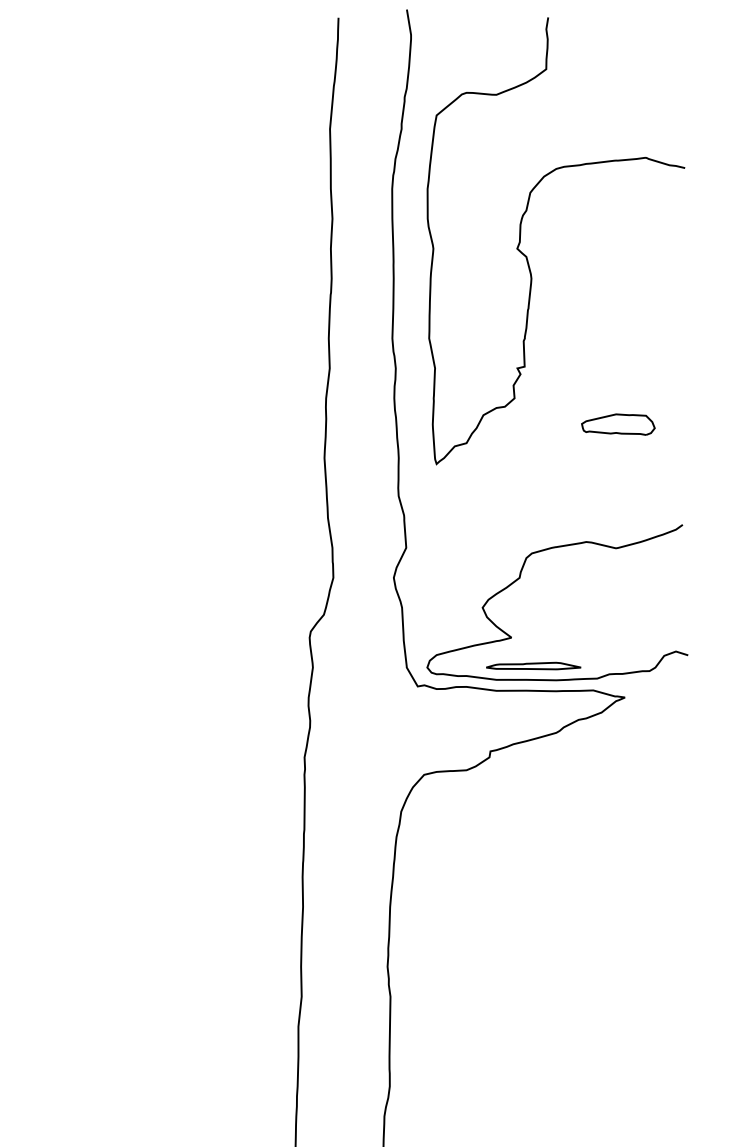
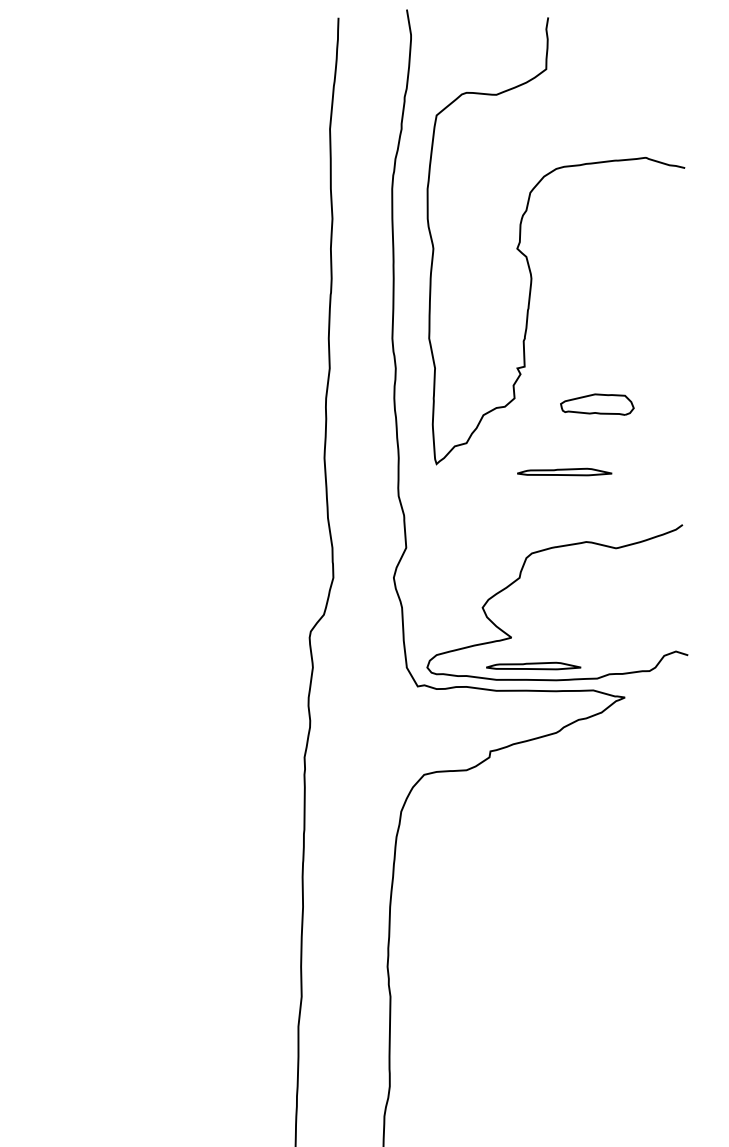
part at (618, 424) position: (618, 424) -> (597, 404)
part at (564, 471): none -> present
